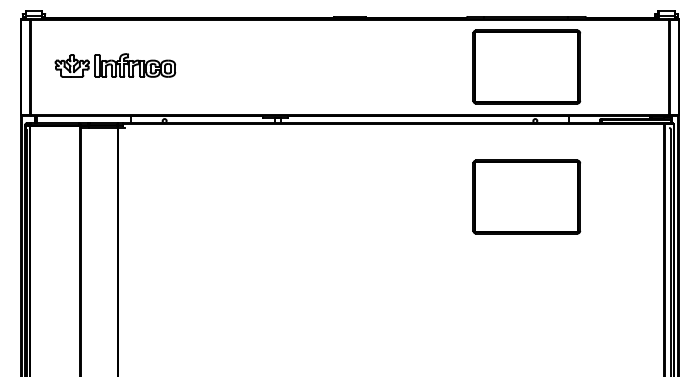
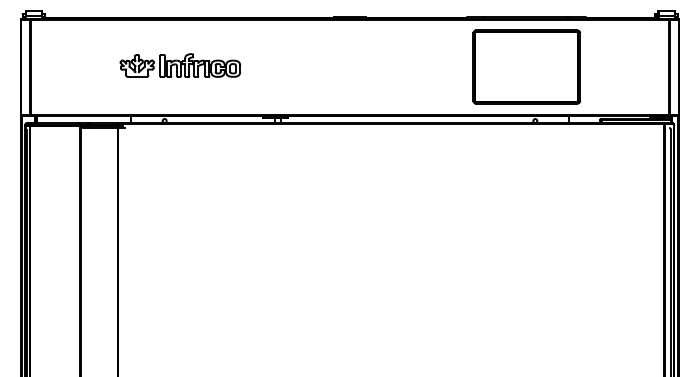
part at (115, 65) position: (115, 65) -> (180, 65)
part at (526, 196): present -> none
